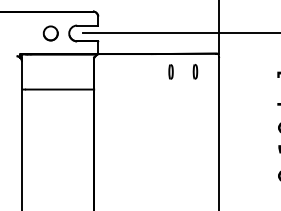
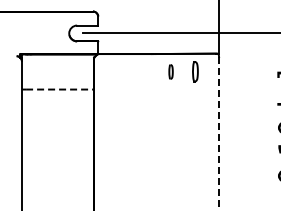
part at (50, 33): present -> none
part at (195, 71) size: 7x16 px -> 7x22 px
line at (60, 89): solid -> dashed
line at (219, 134): solid -> dashed
